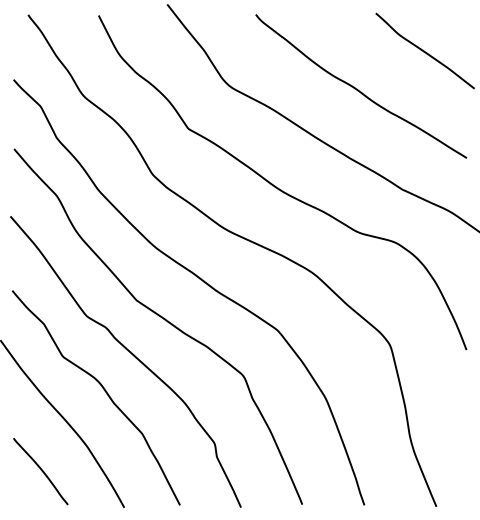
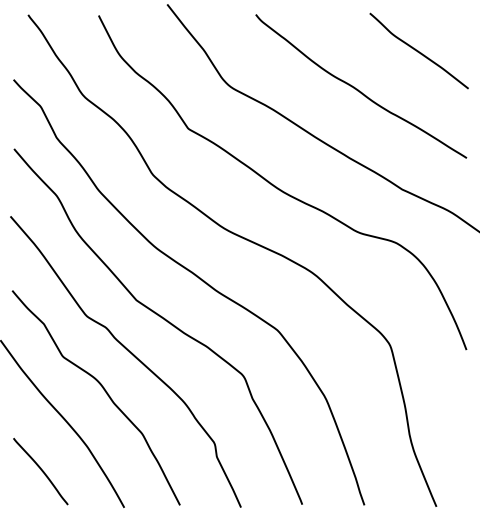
curve at (424, 50) position: (424, 50) -> (418, 50)
